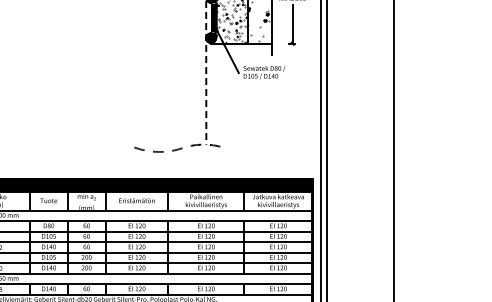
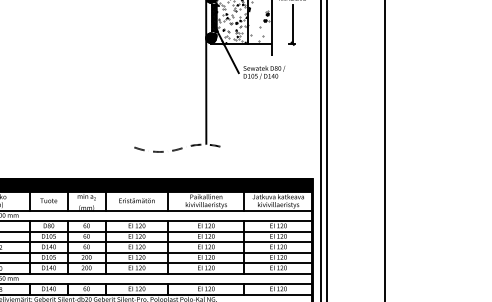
line at (206, 72): dashed -> solid
line at (393, 150) position: (393, 150) -> (384, 150)
